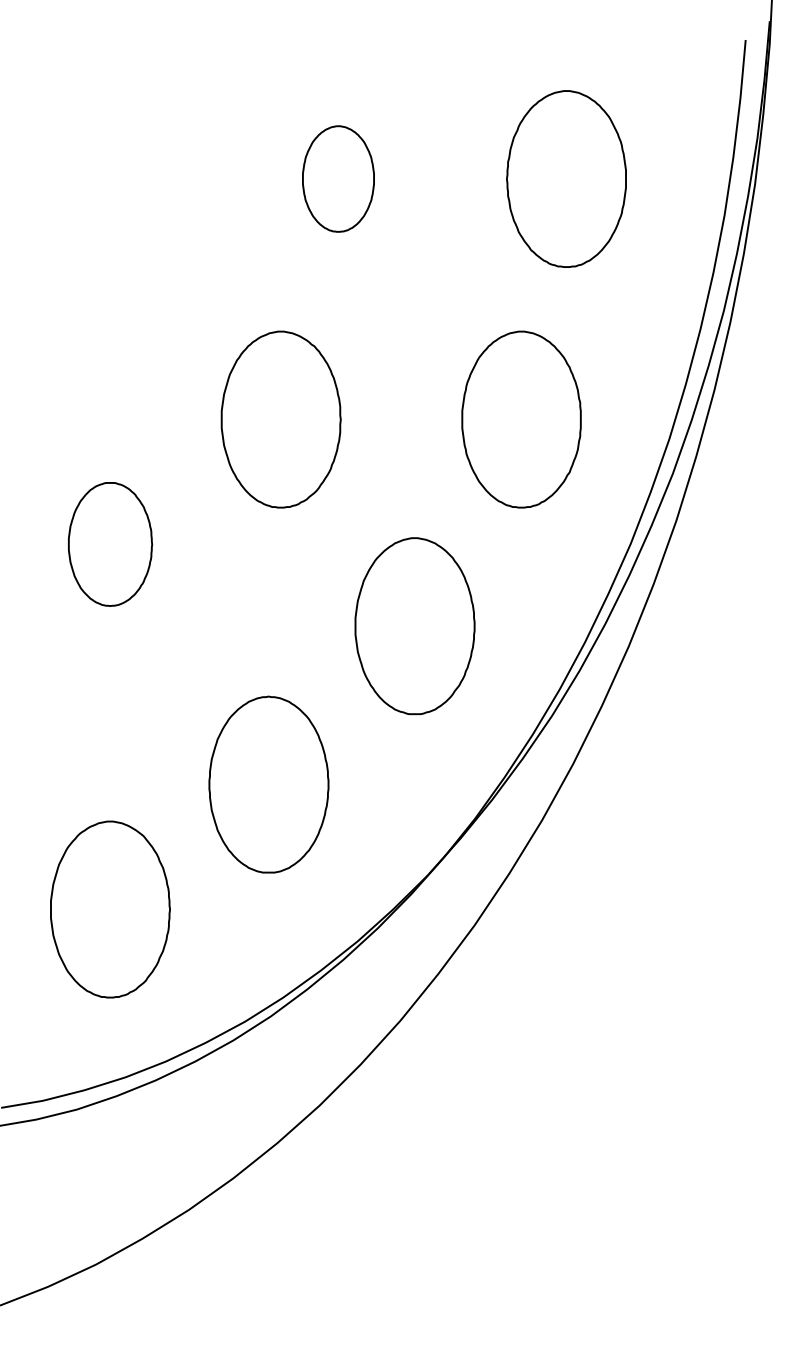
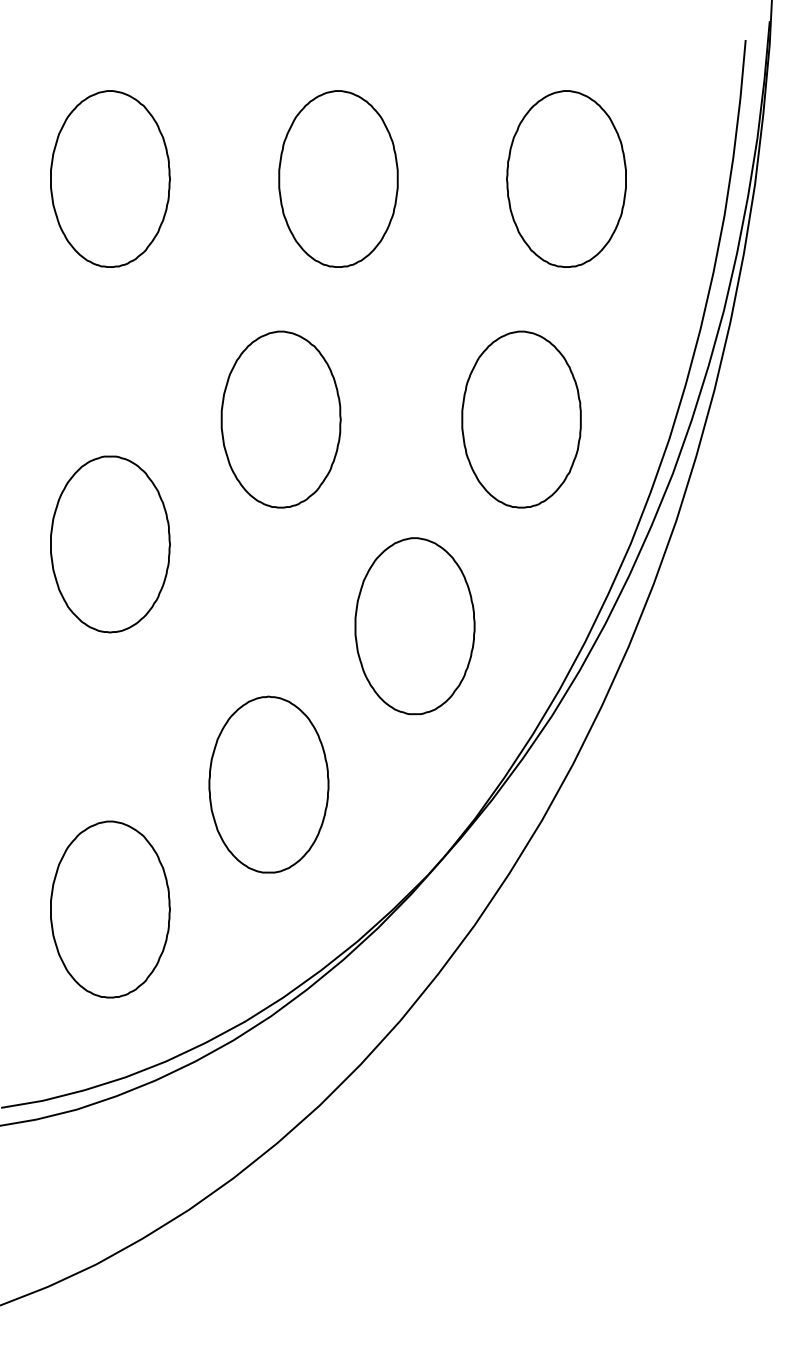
part at (110, 178): none -> present
part at (338, 178) size: 73x108 px -> 121x178 px
part at (110, 544) size: 86x125 px -> 121x179 px
